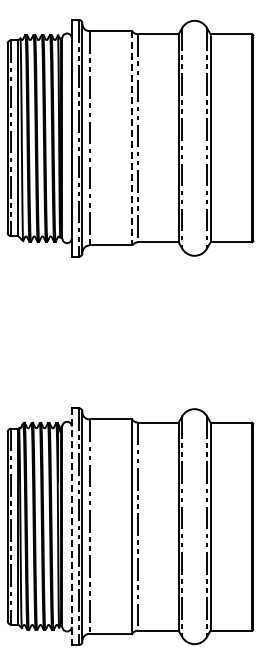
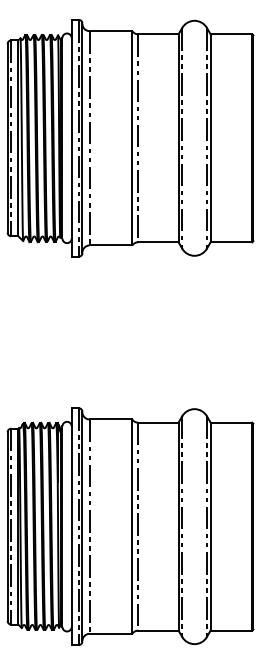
line at (132, 138): dashed -> solid
line at (71, 527): dashed -> solid
